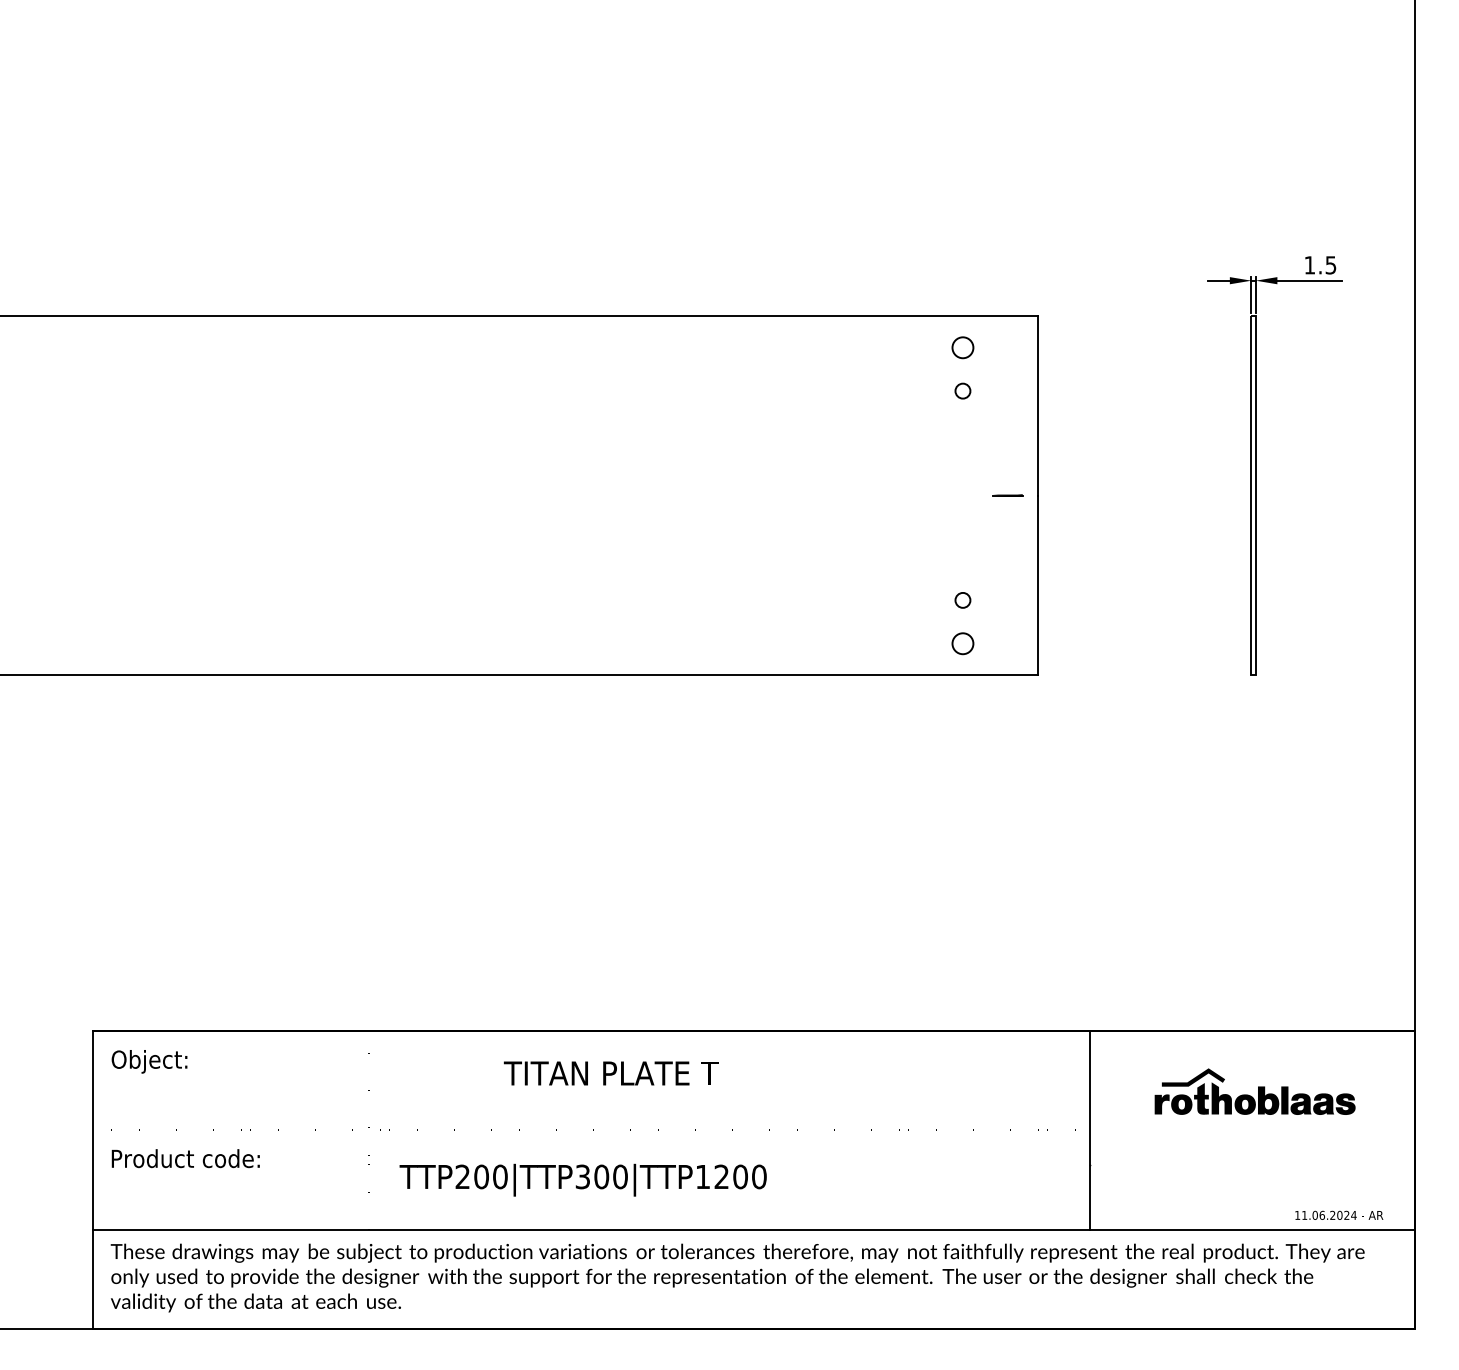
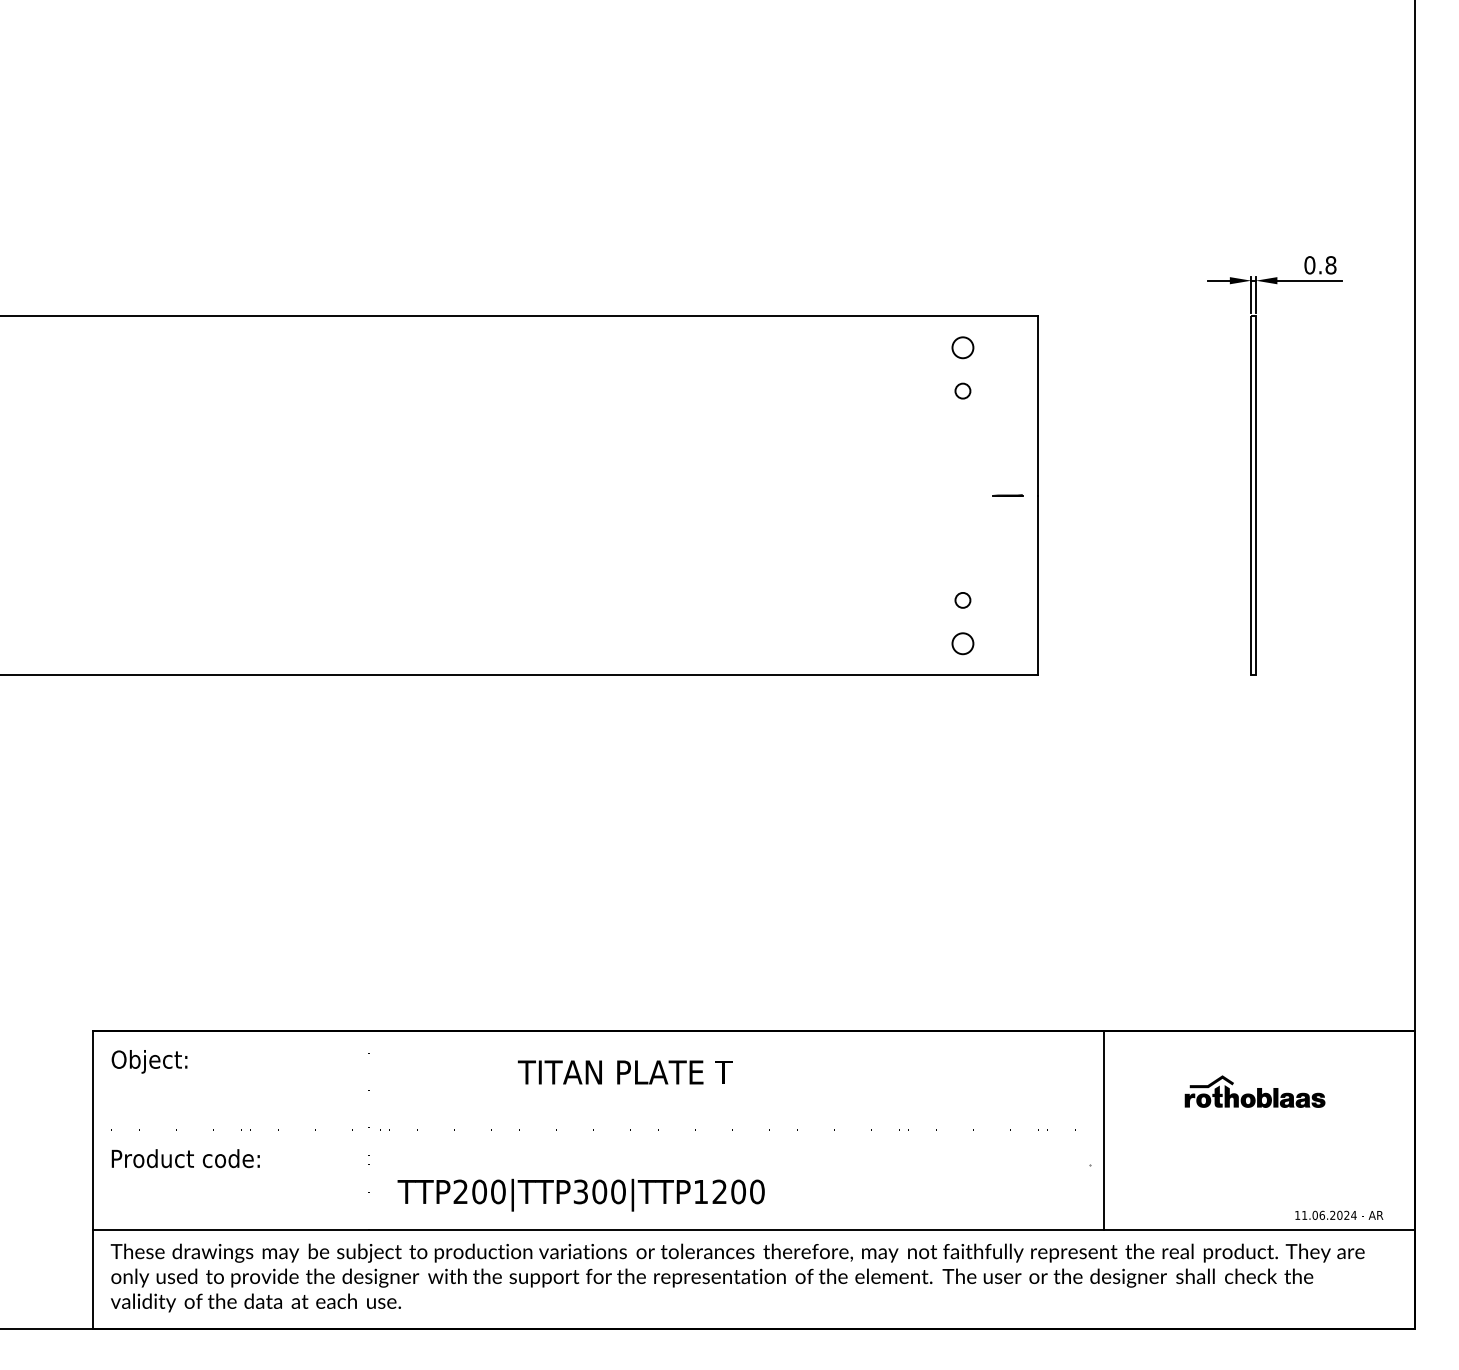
text at (1320, 265): 1.5 -> 0.8
text at (610, 1073) position: (610, 1073) -> (624, 1072)
part at (1254, 1091) size: 202x47 px -> 142x33 px
line at (1089, 1129) position: (1089, 1129) -> (1103, 1129)
text at (582, 1179) position: (582, 1179) -> (580, 1194)
